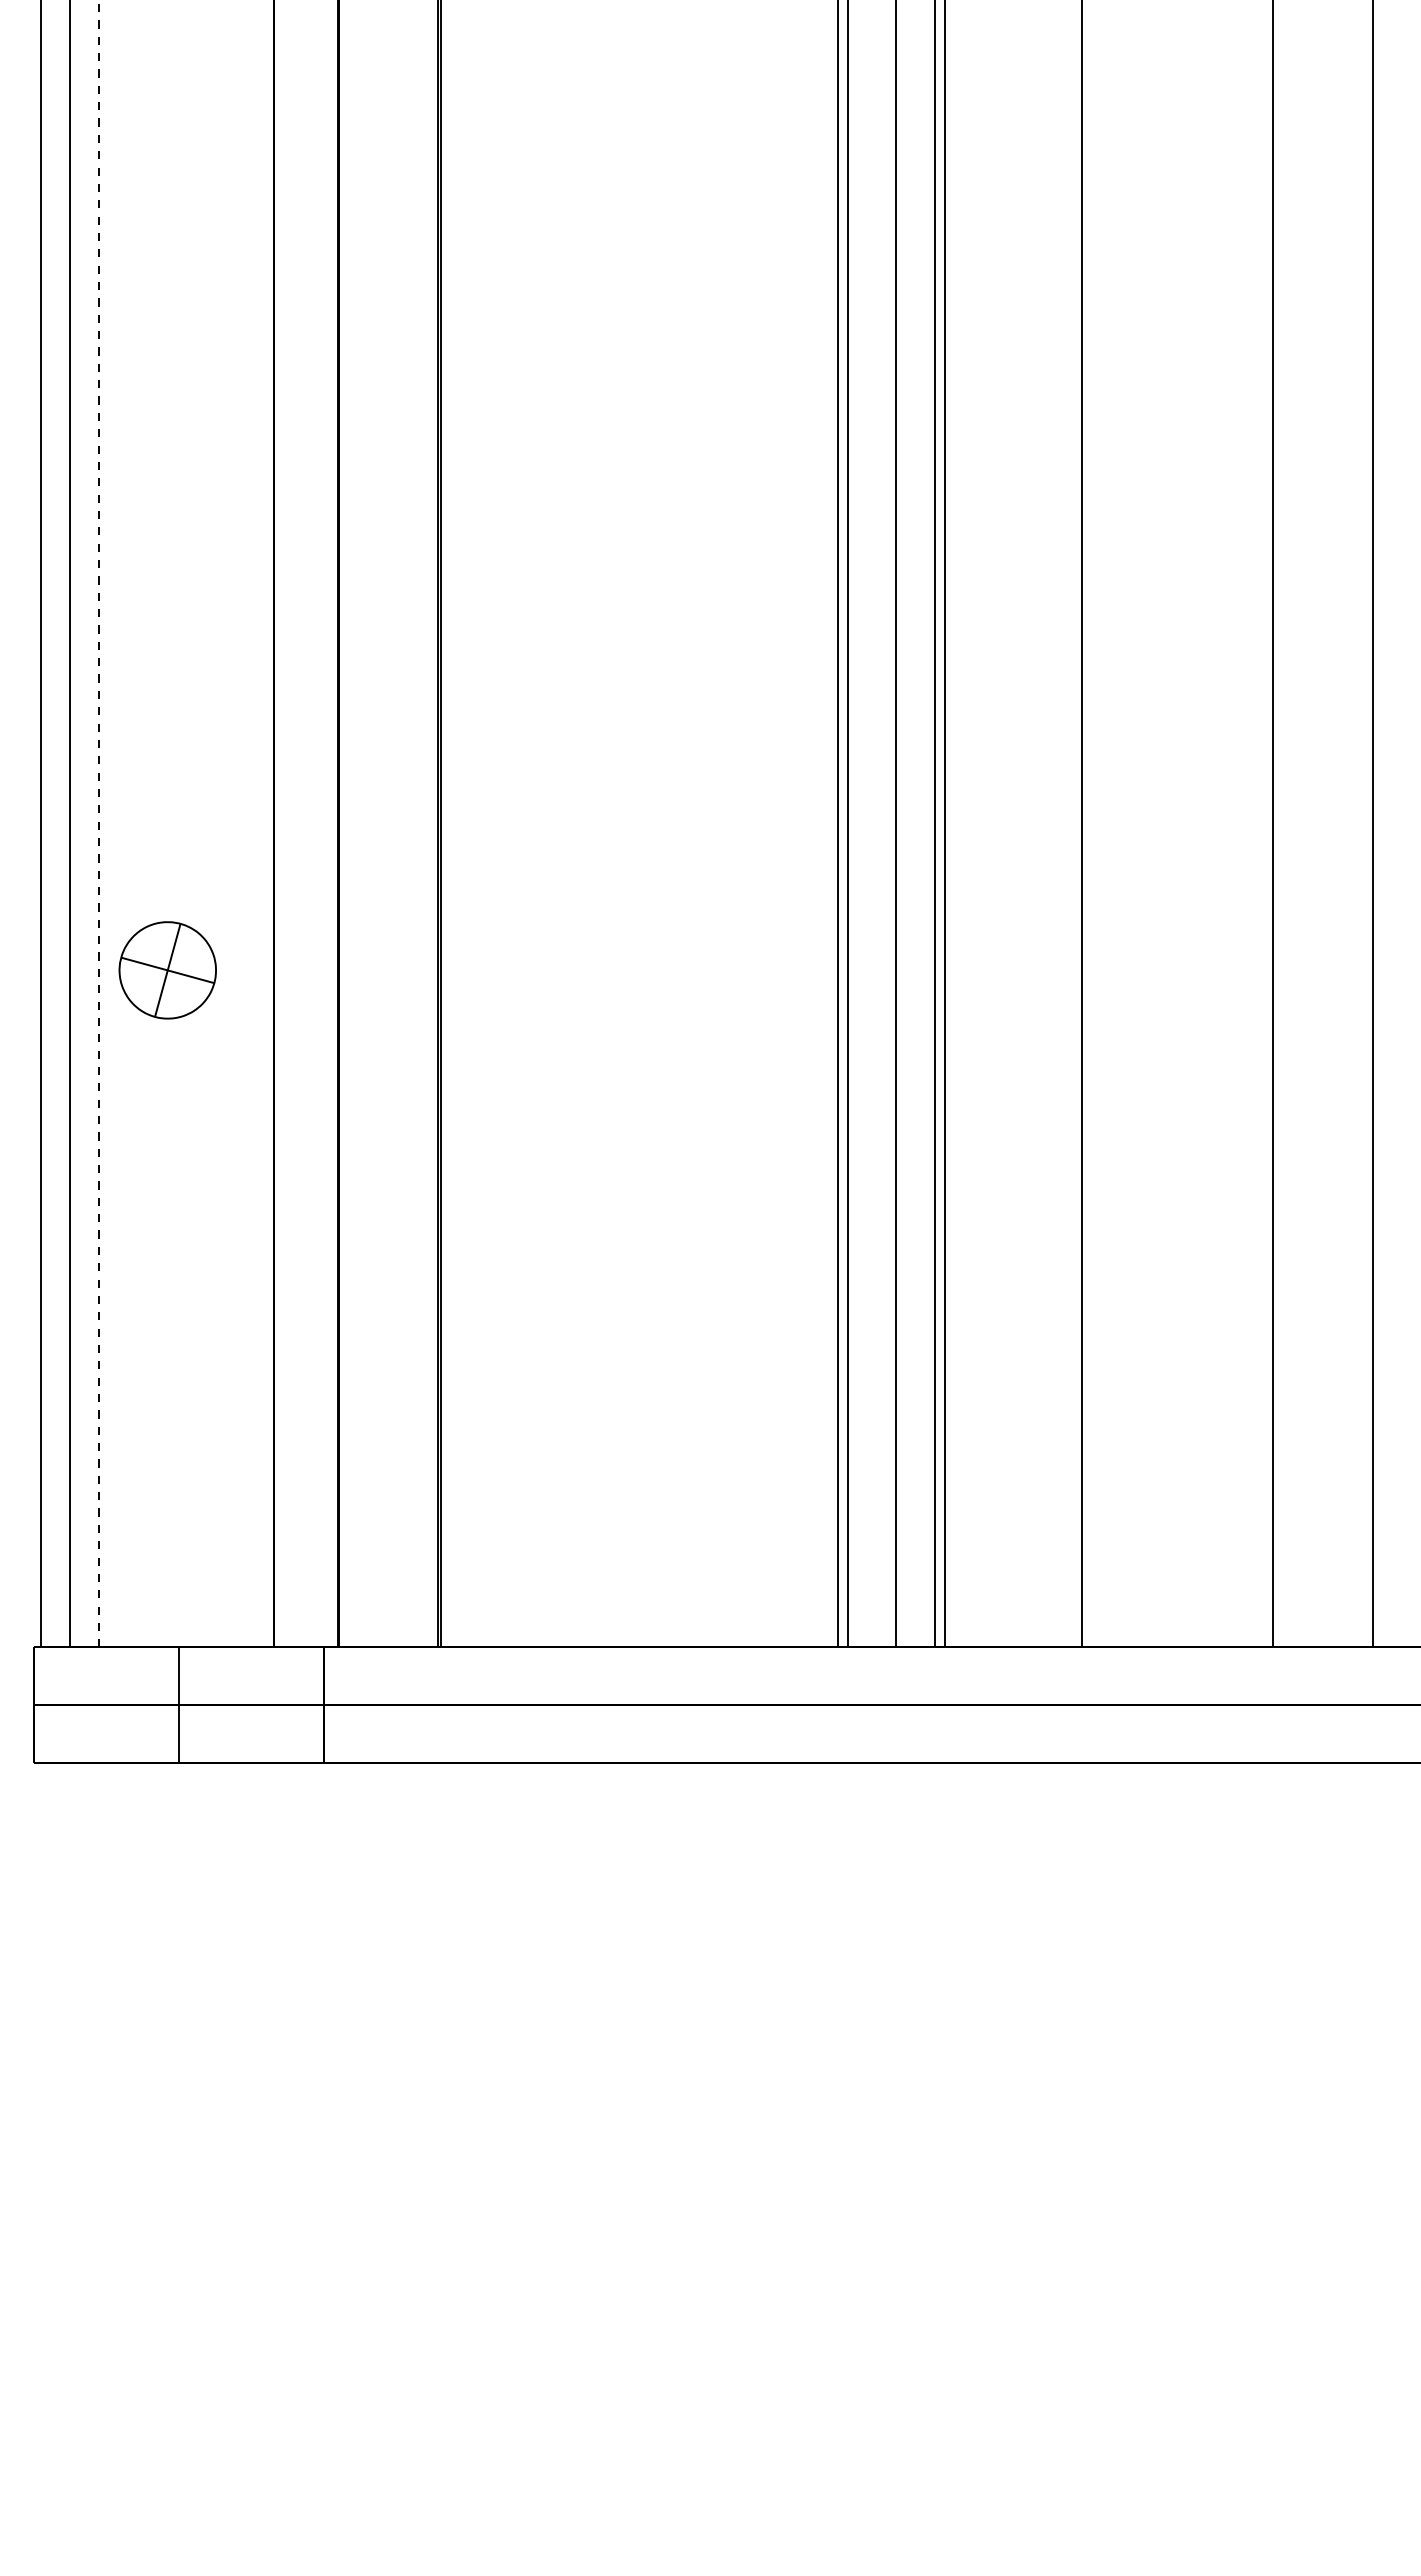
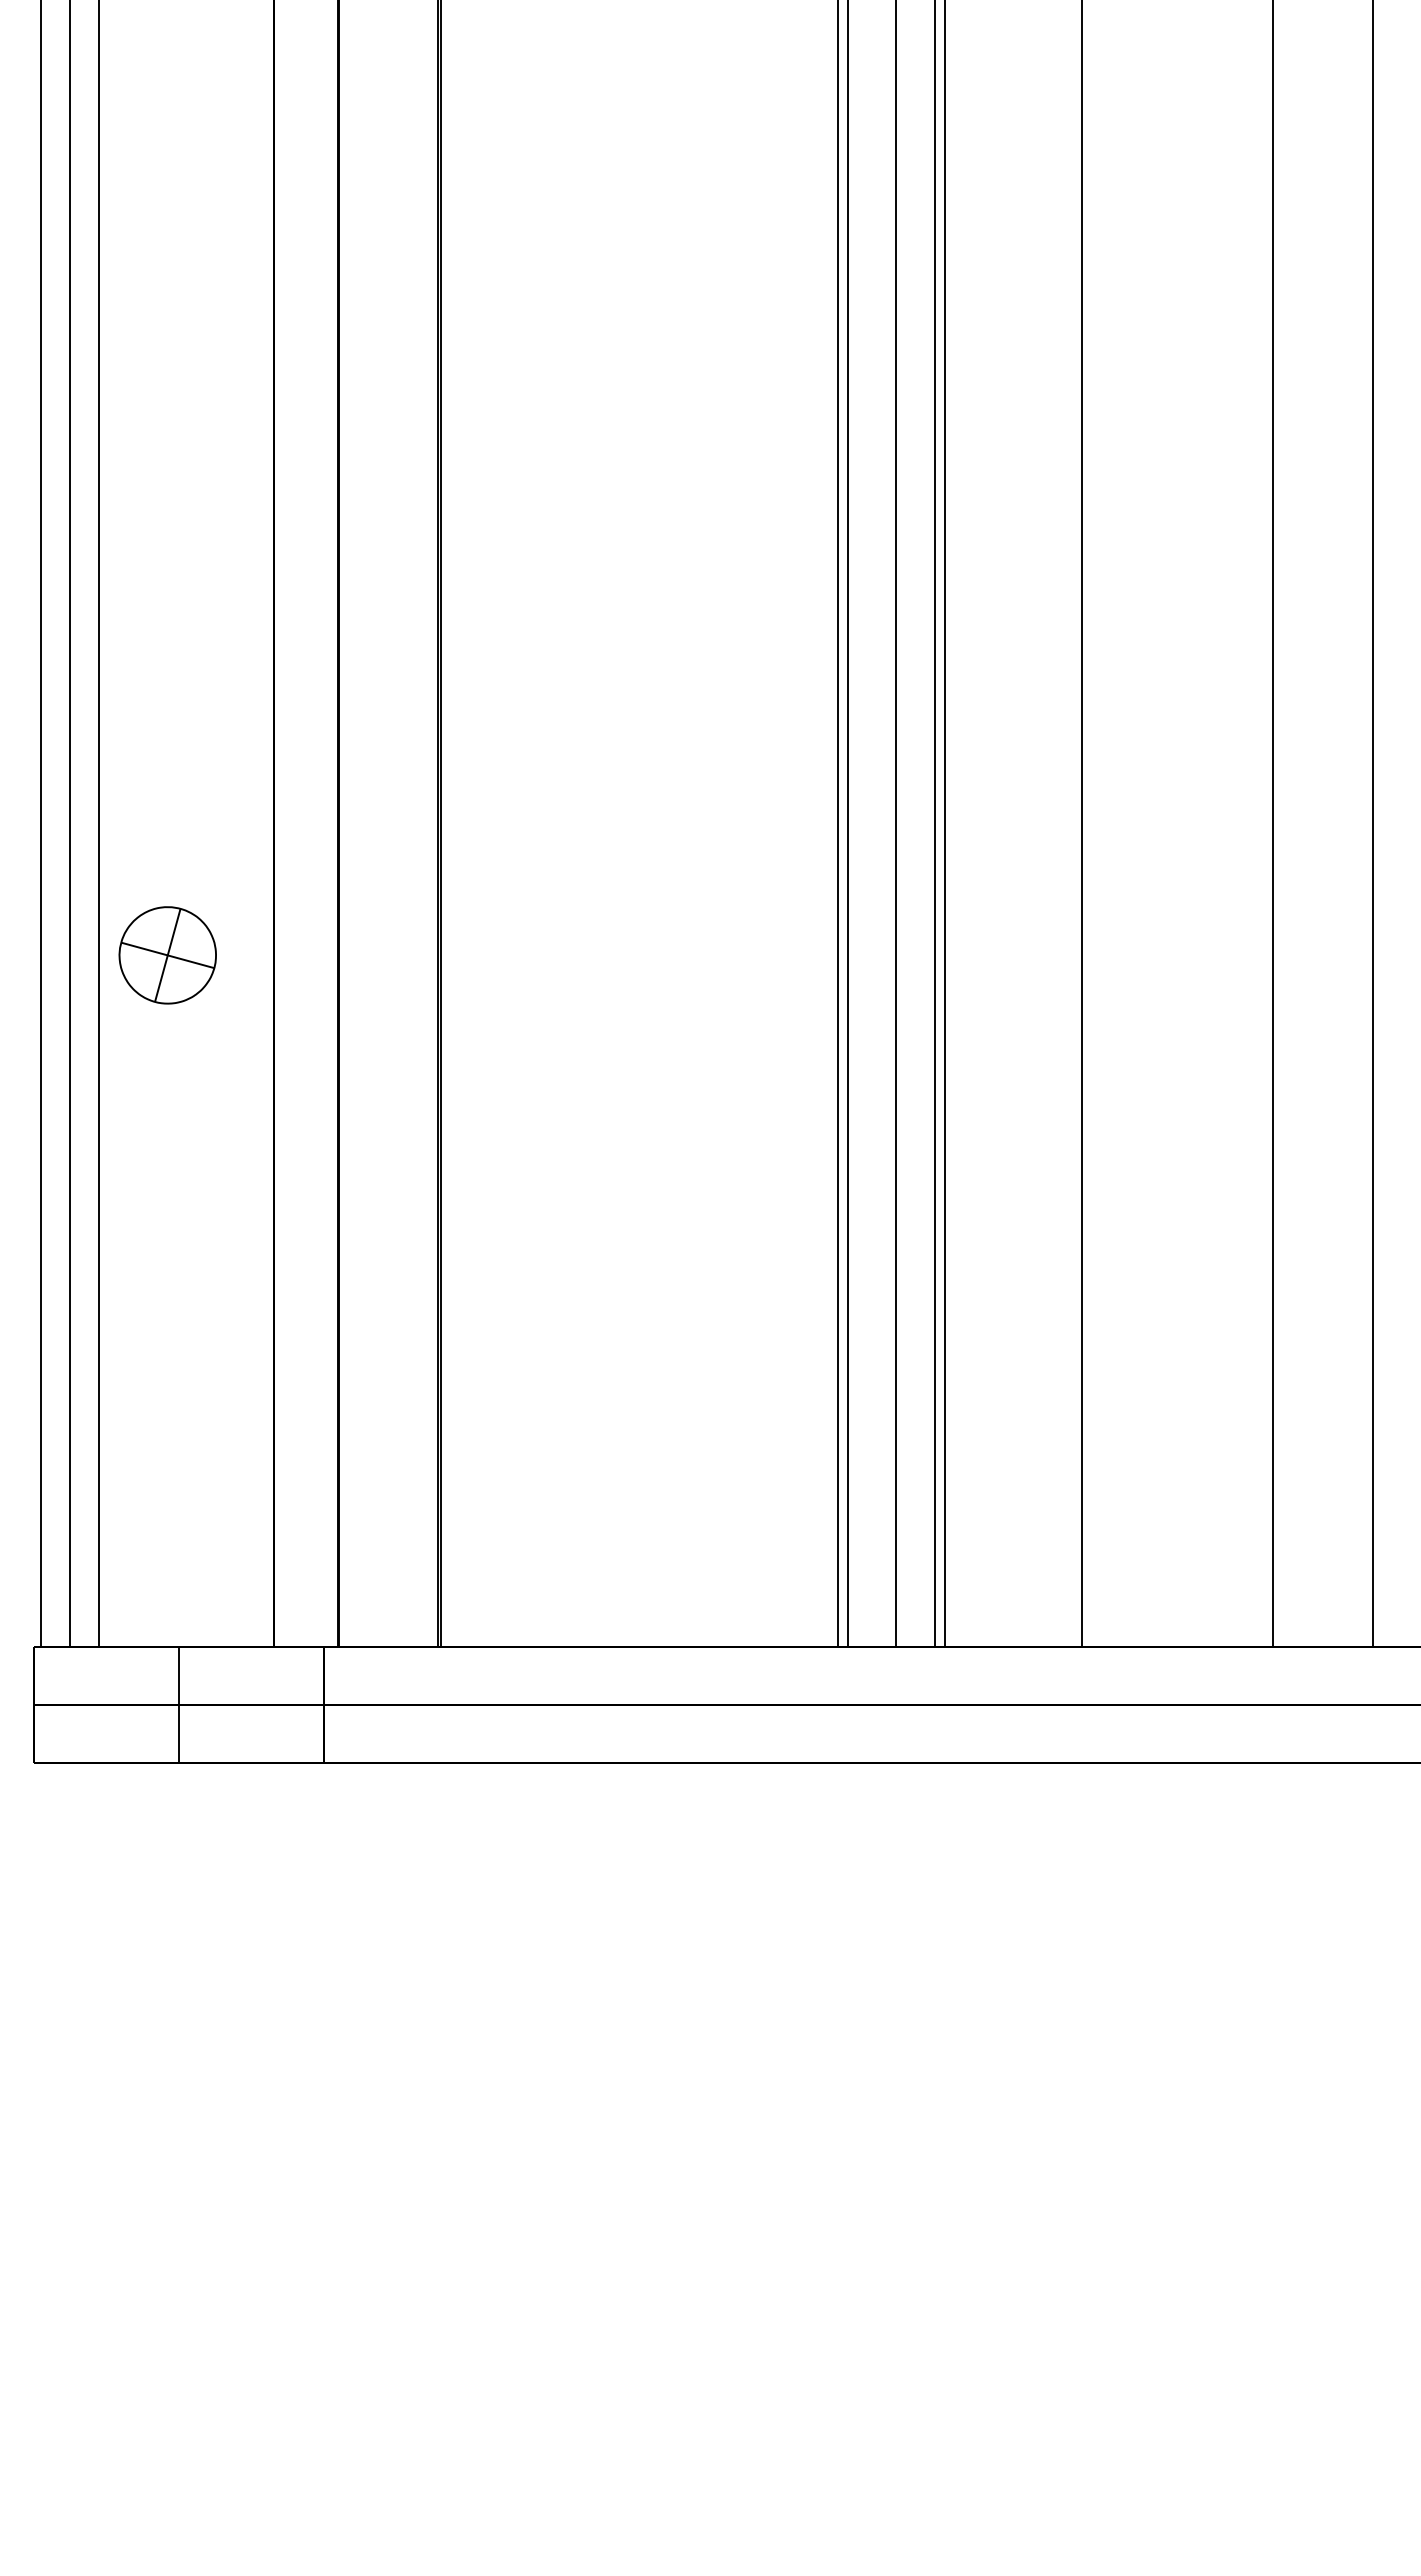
line at (98, 823): dashed -> solid
part at (167, 970) position: (167, 970) -> (167, 955)
